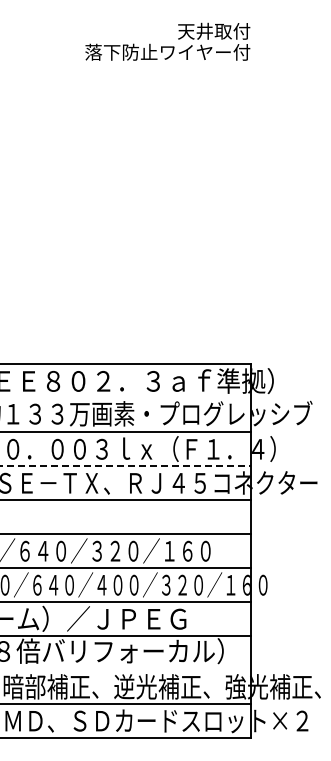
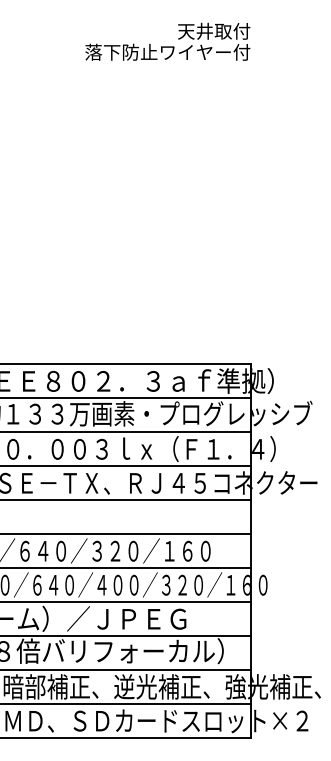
line at (126, 398): none -> present
line at (126, 466): dashed -> solid
line at (126, 670): none -> present
